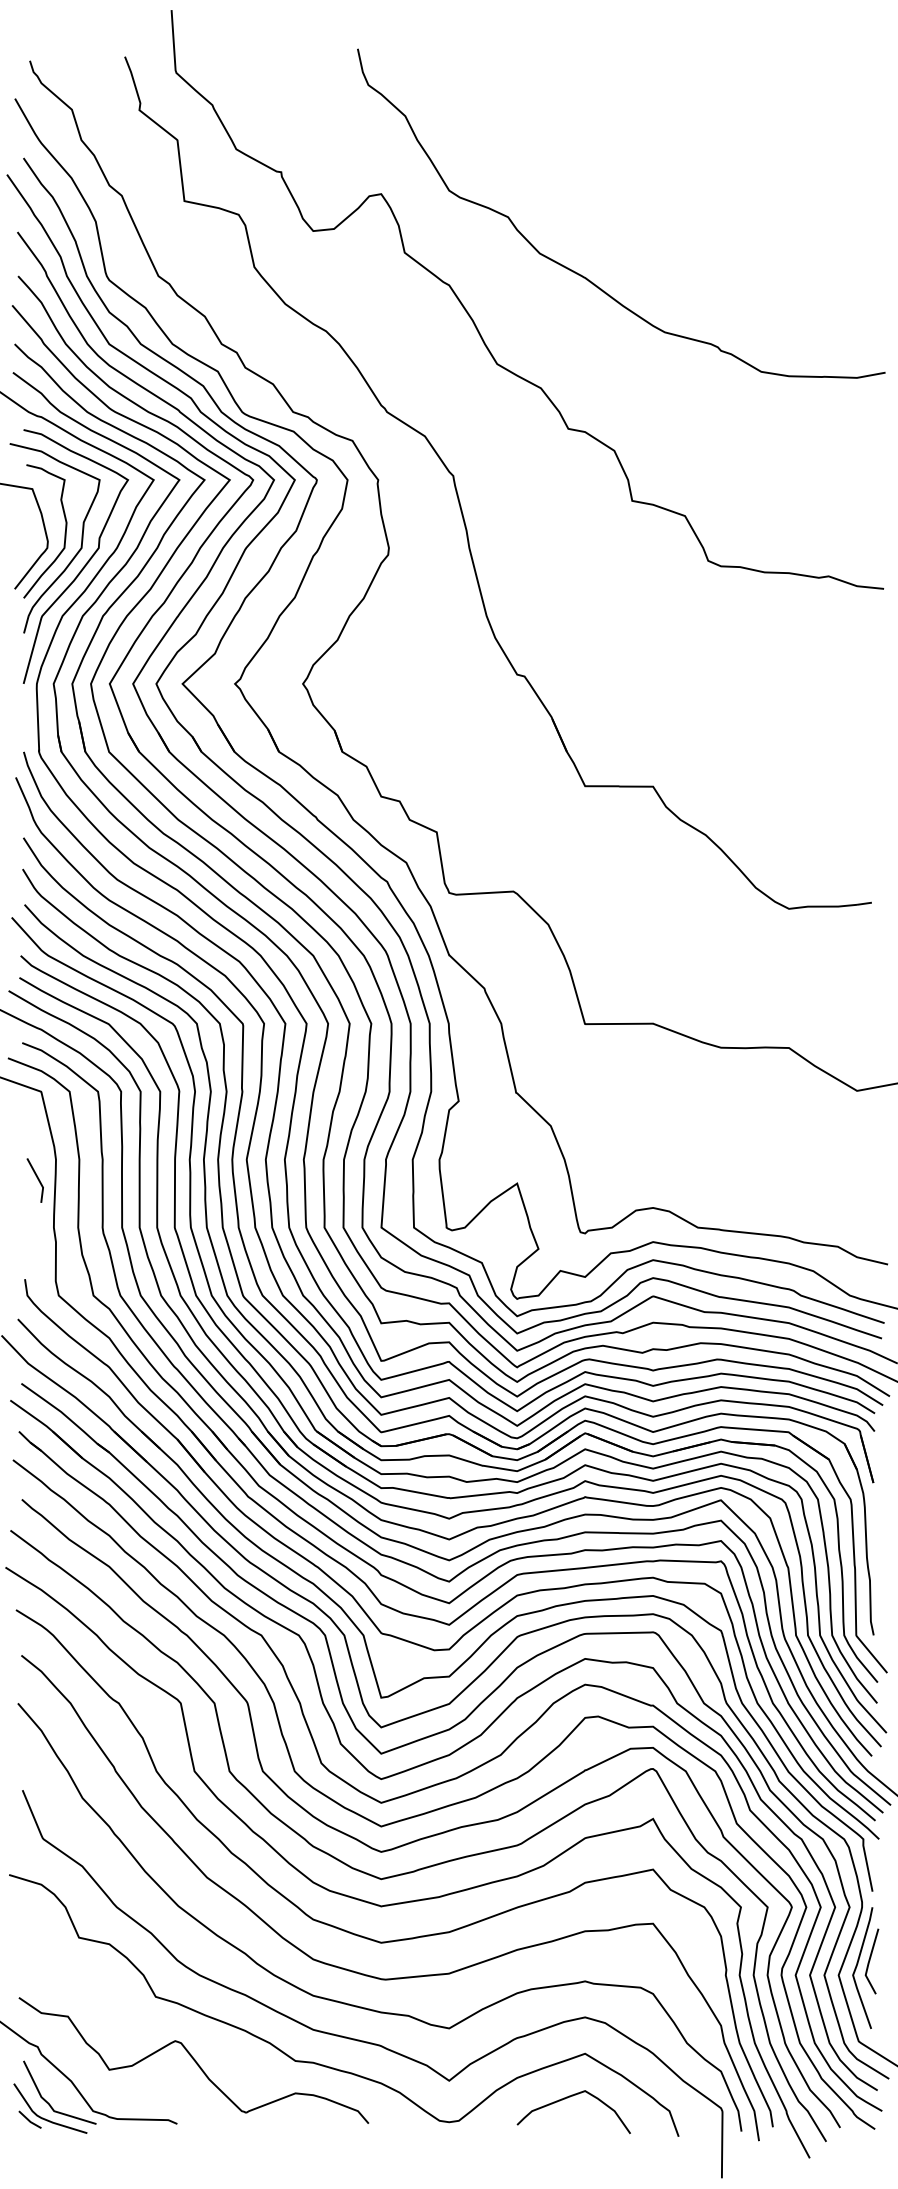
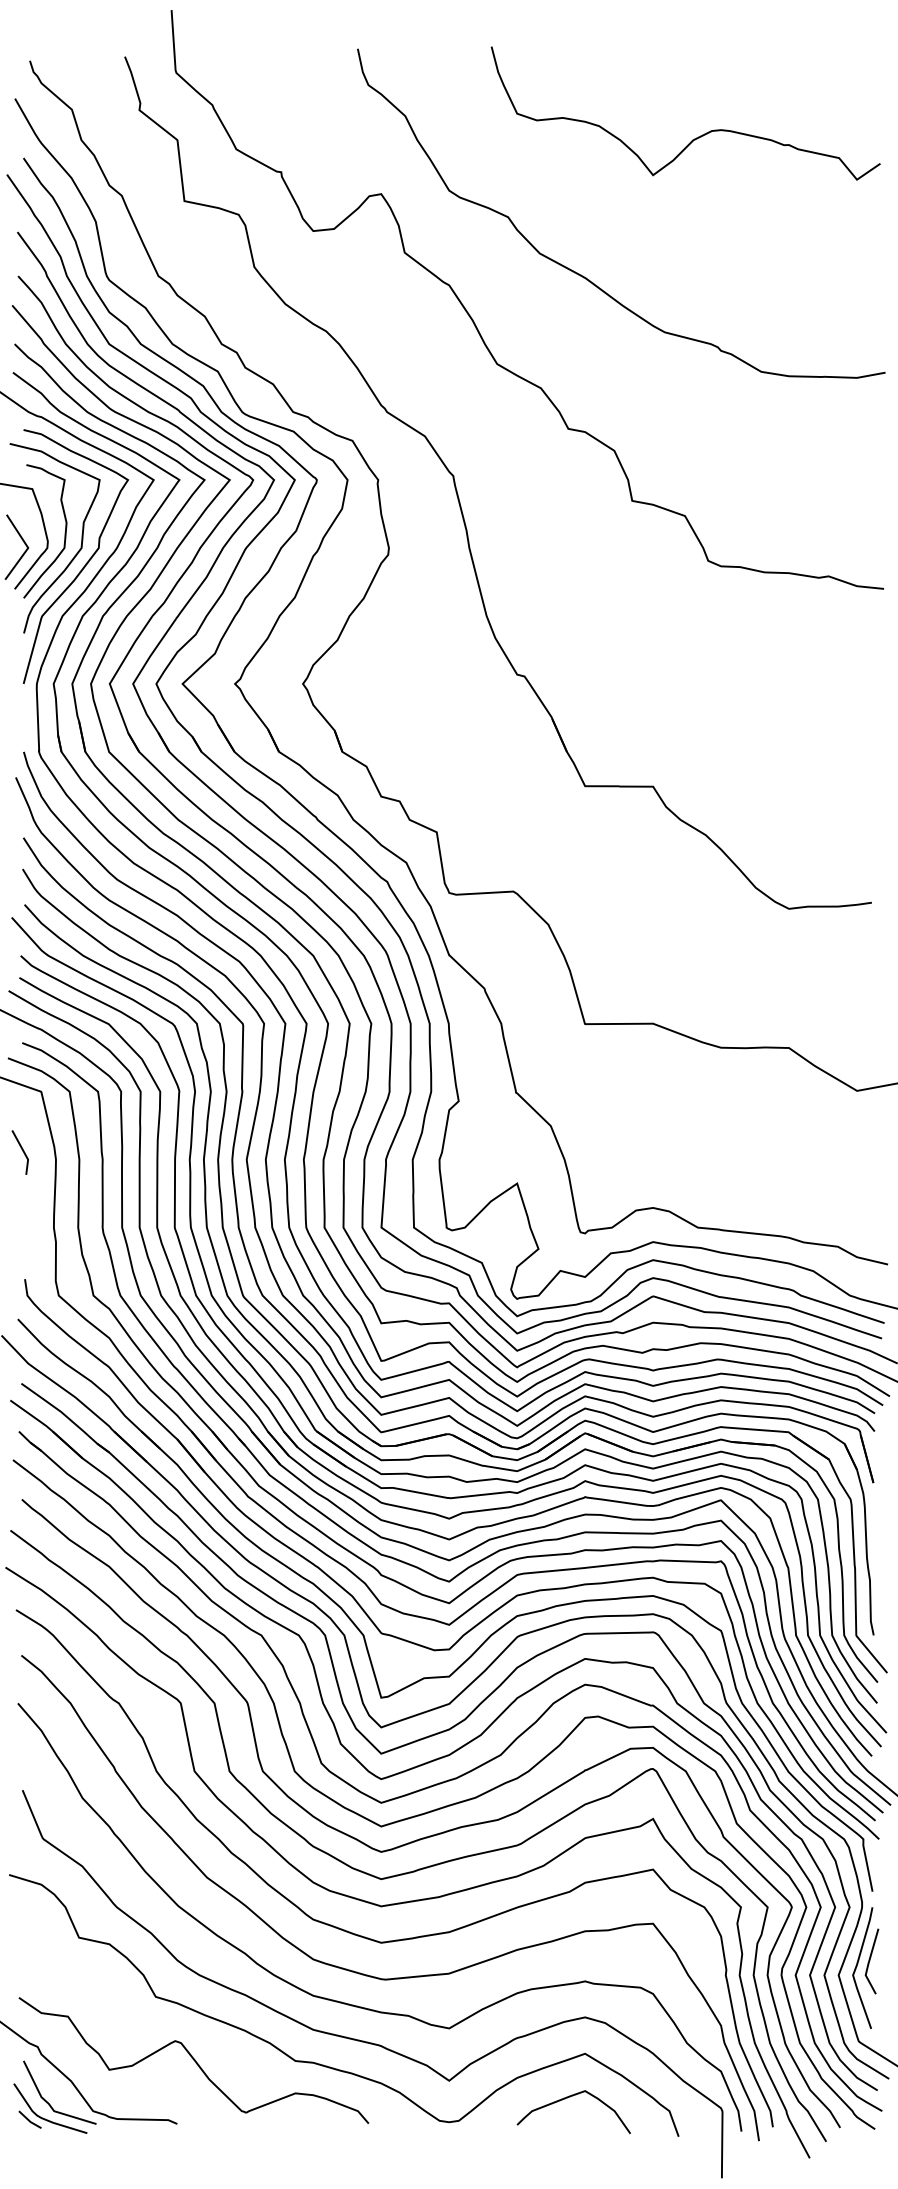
curve at (696, 137): none -> present
line at (22, 541): none -> present
line at (37, 1179) position: (37, 1179) -> (22, 1151)
